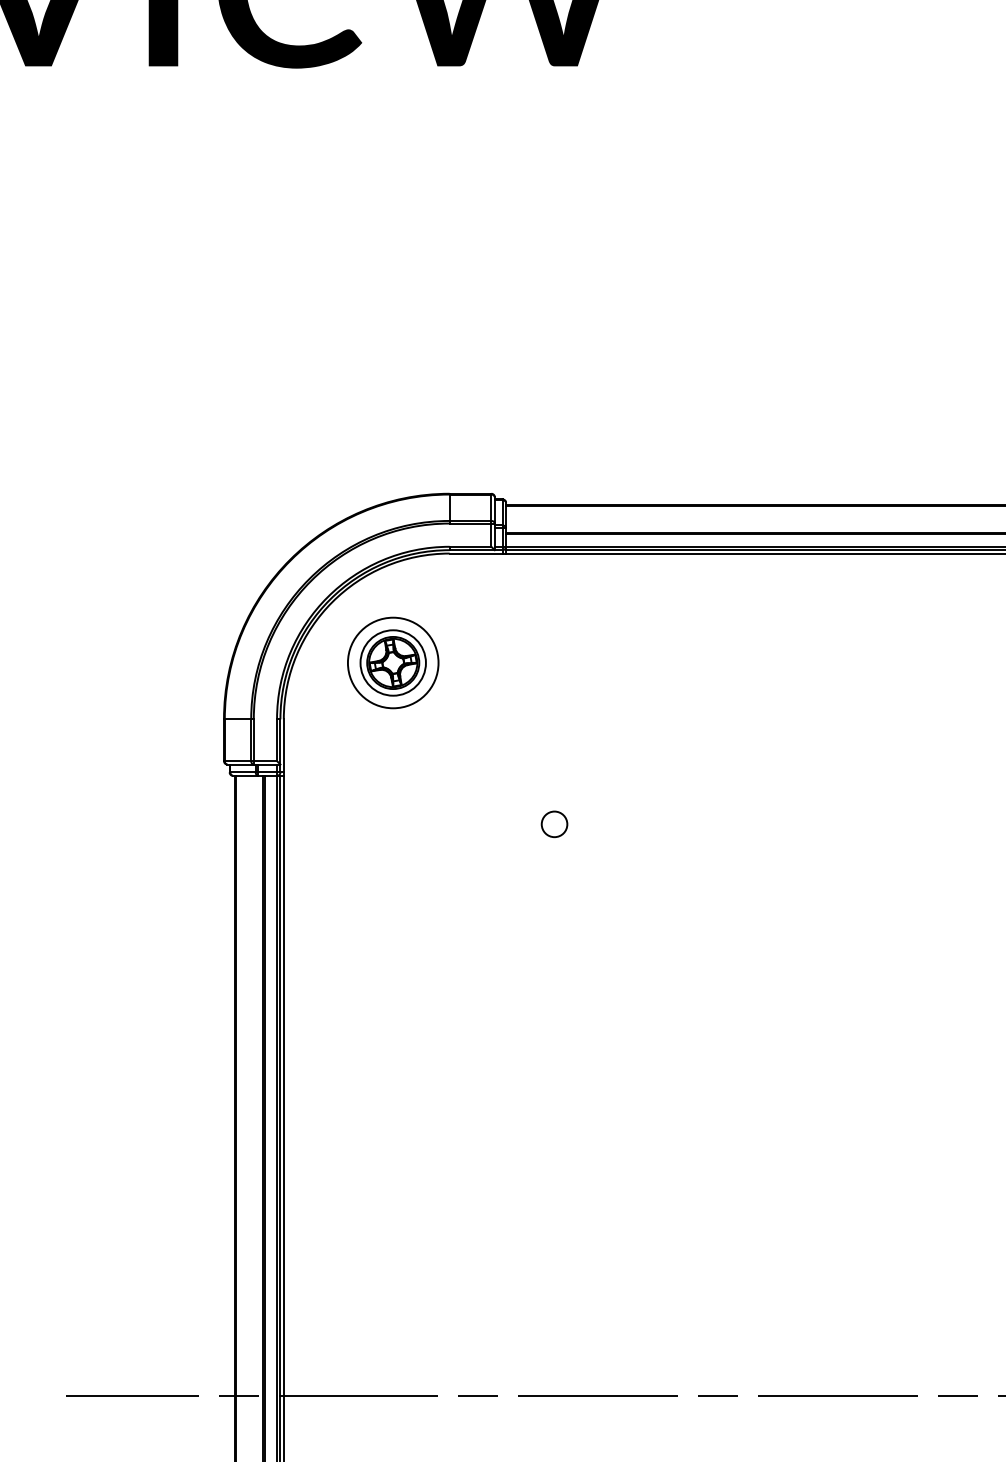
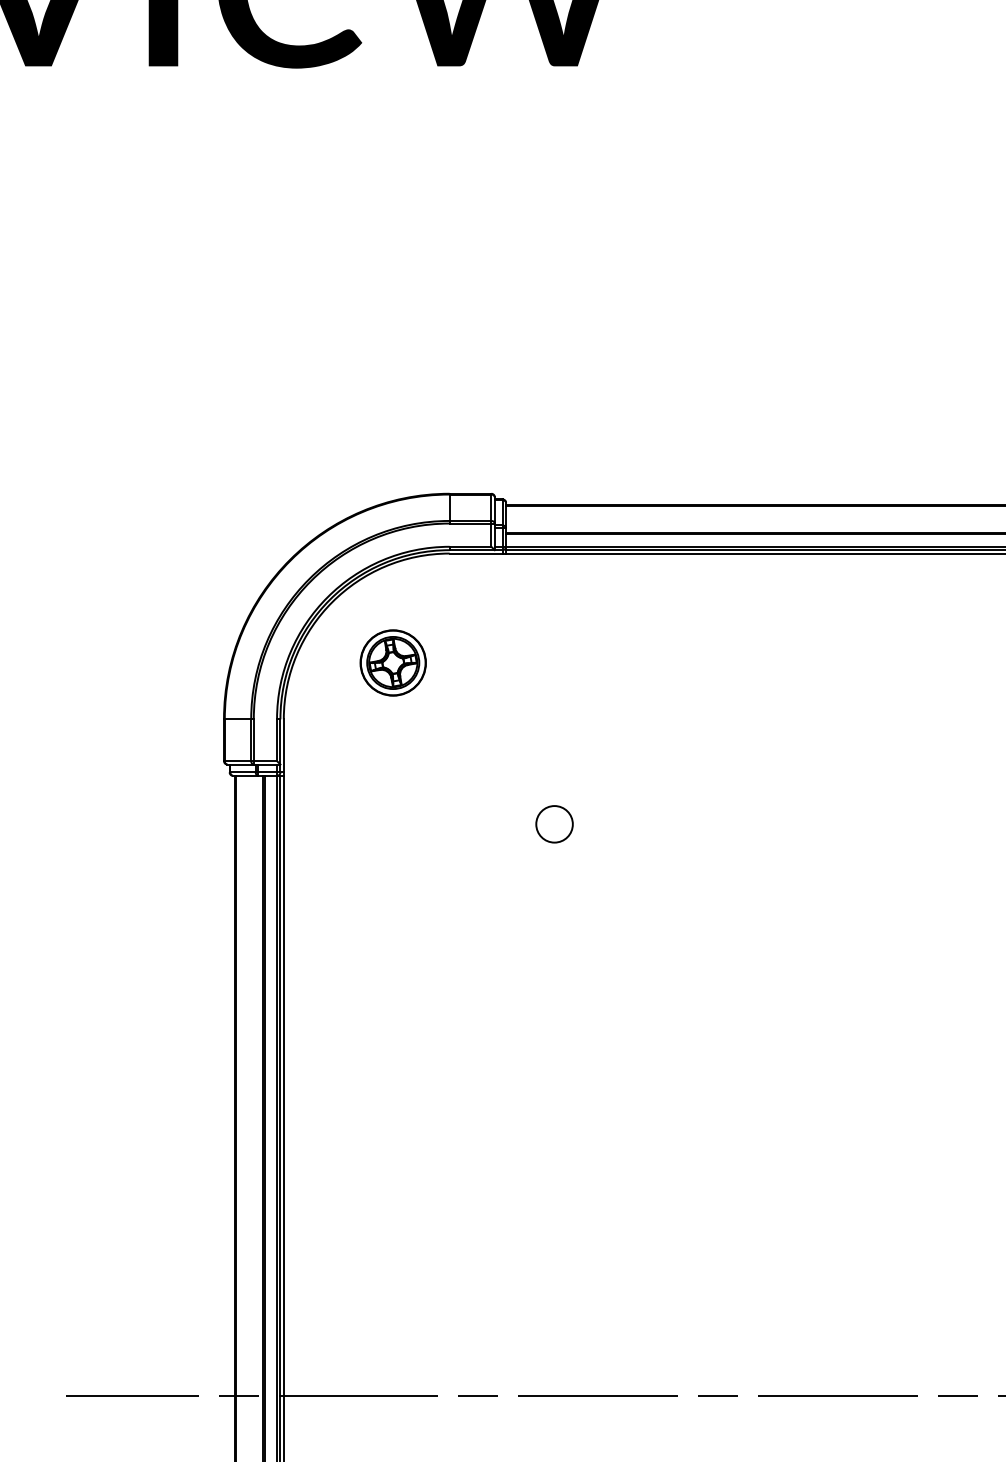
circle at (392, 662) diameter: 91 px -> 65 px
circle at (554, 824) size: 29x29 px -> 39x39 px
